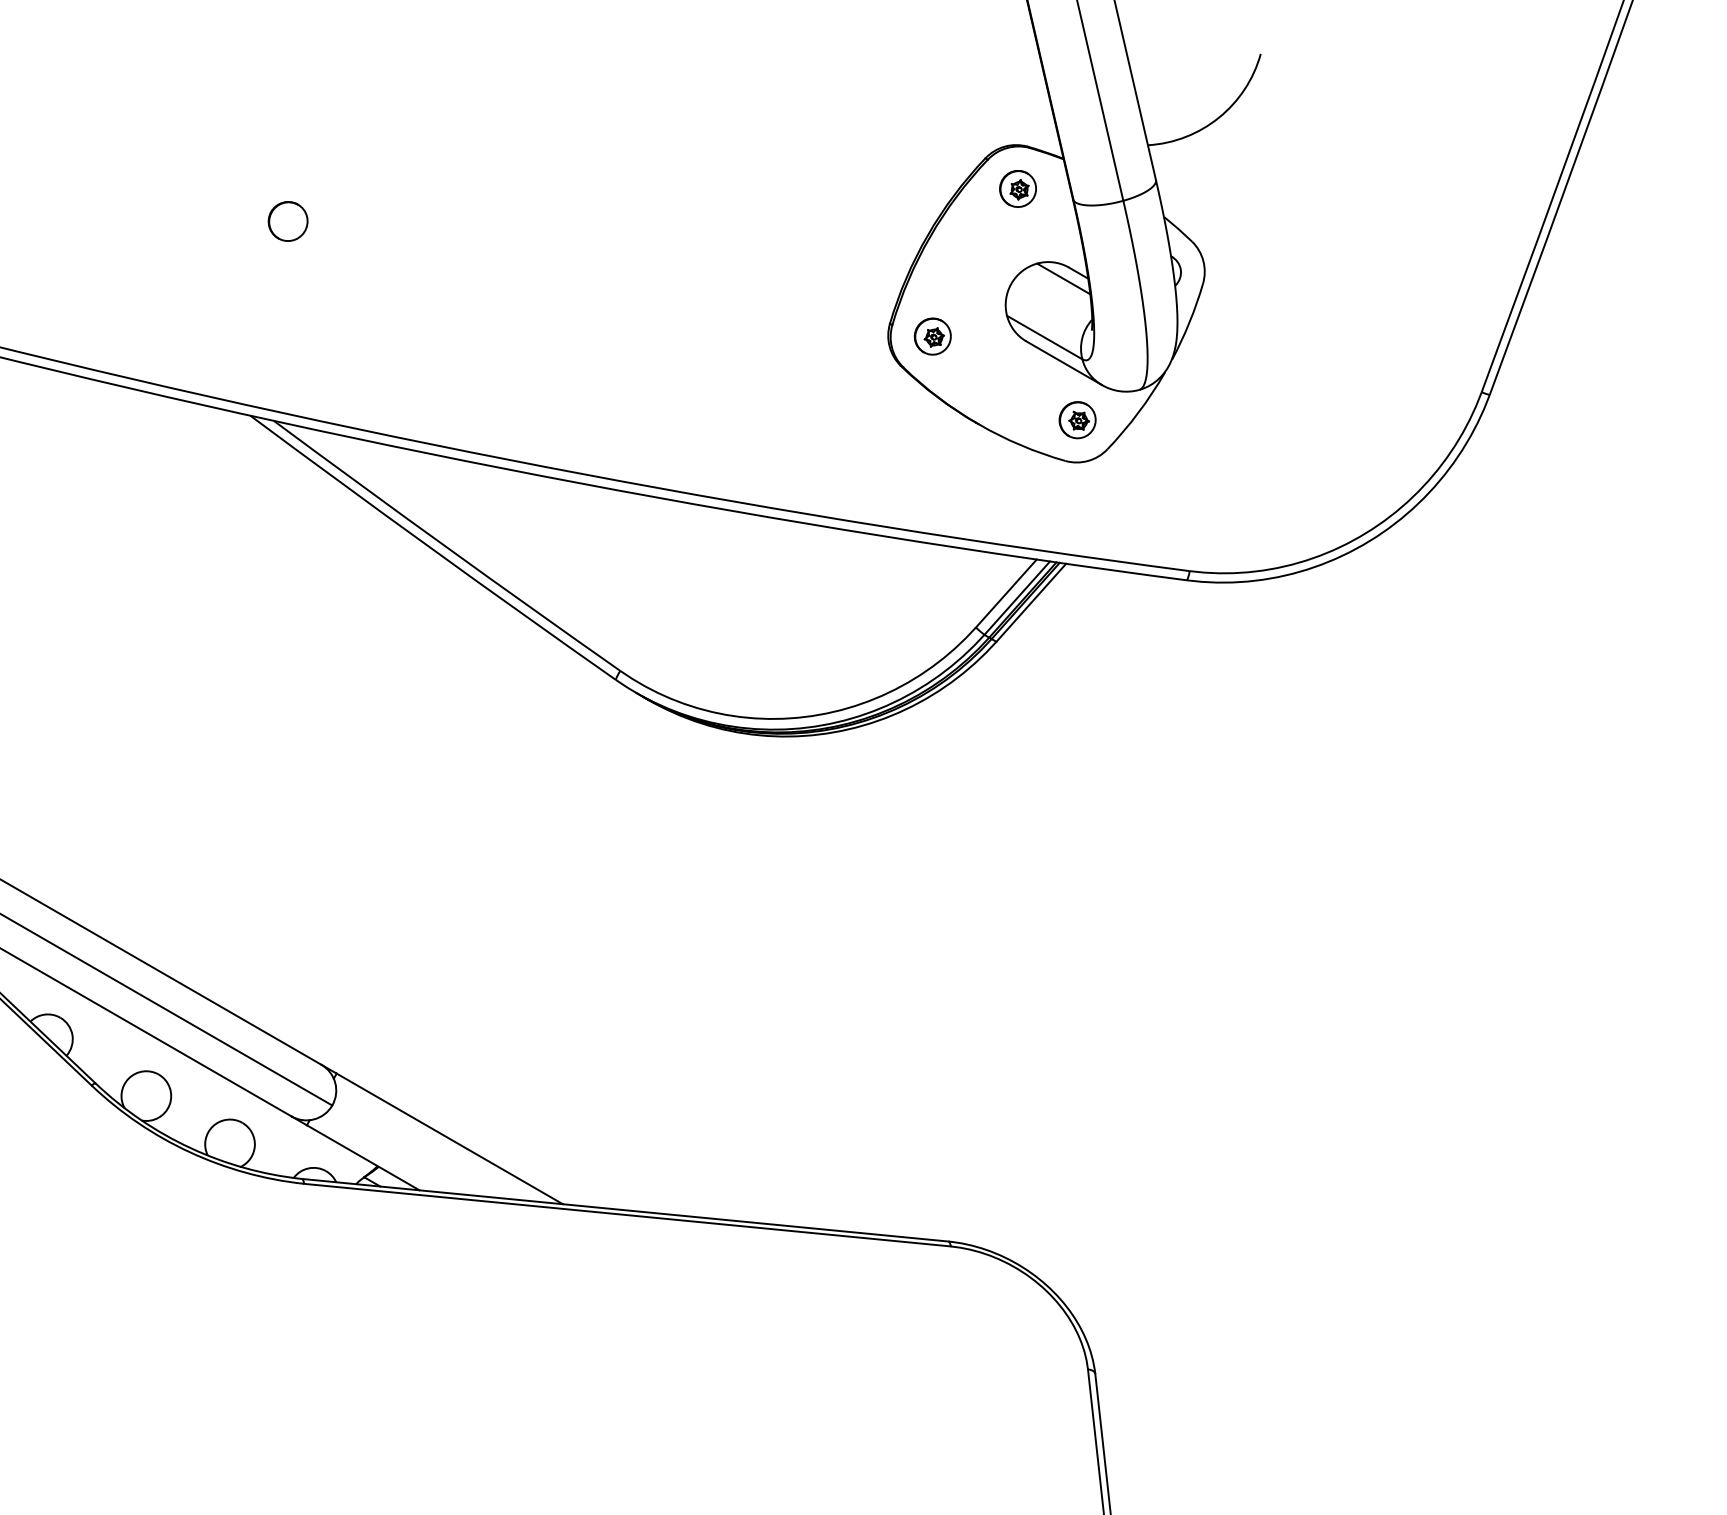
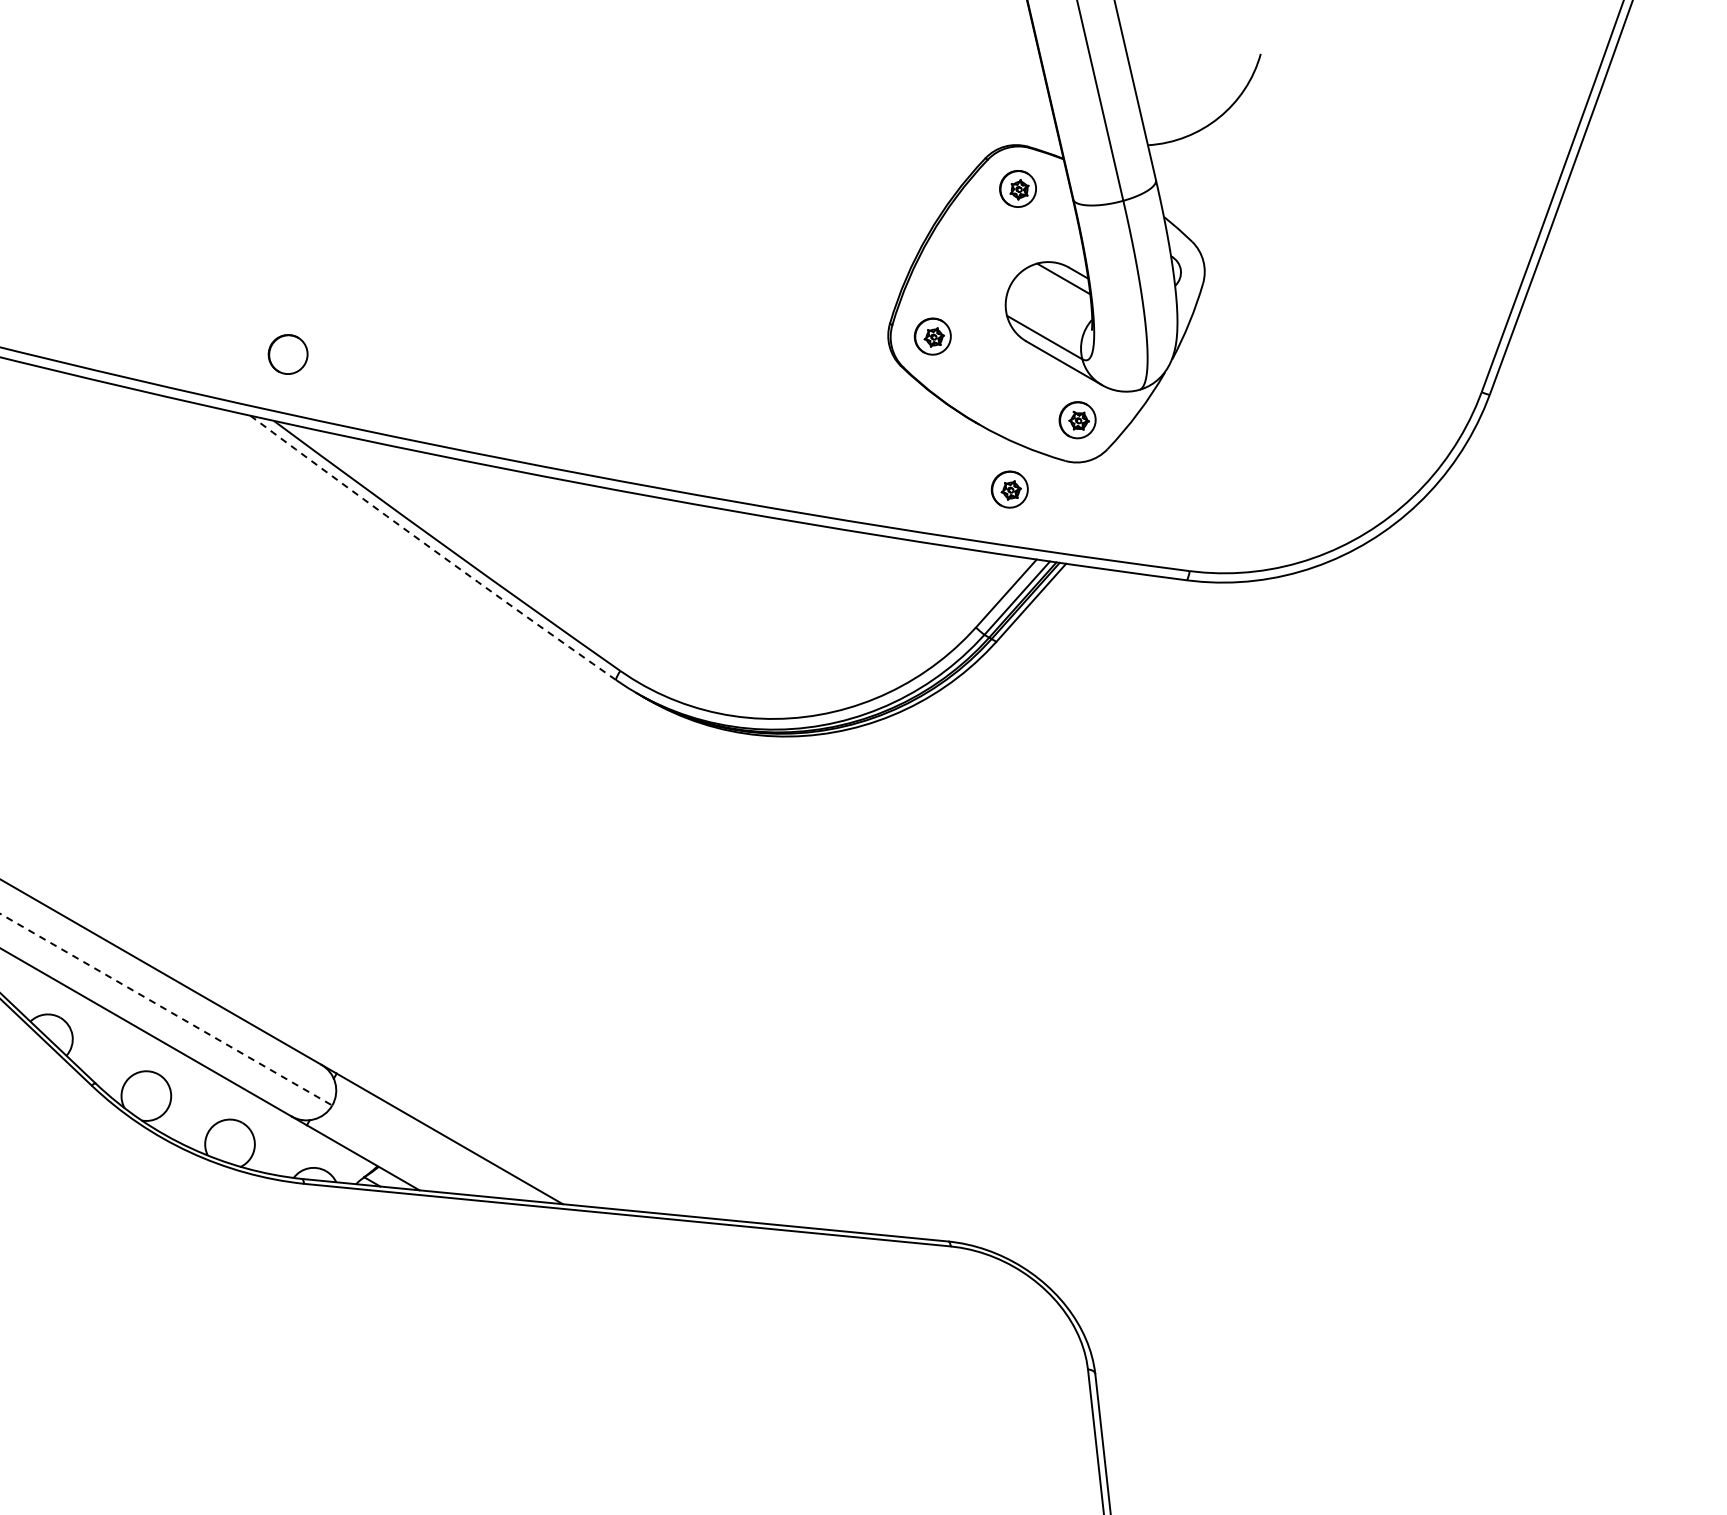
part at (287, 221) position: (287, 221) -> (287, 354)
part at (1009, 489): none -> present
arc at (432, 549): solid -> dashed
line at (166, 1010): solid -> dashed
